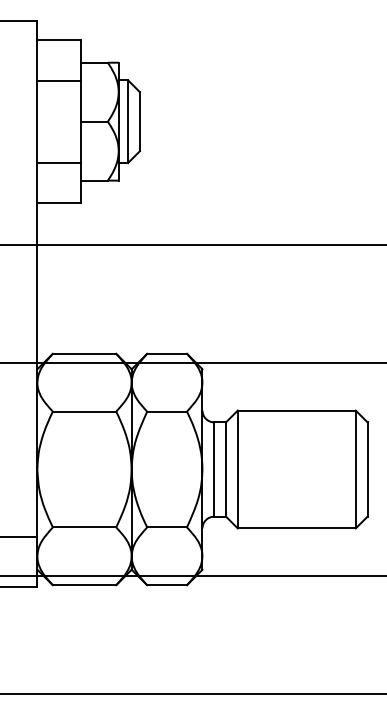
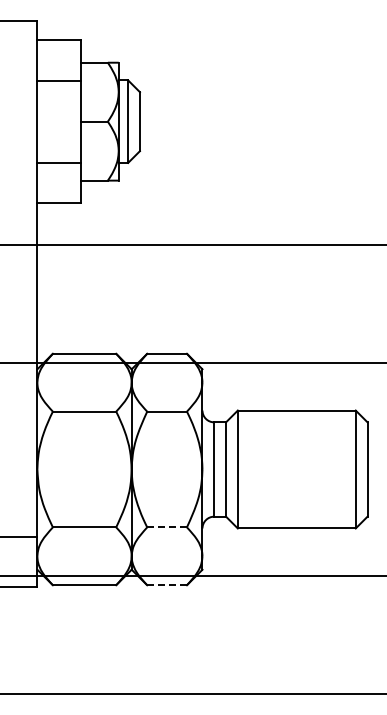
line at (167, 527): solid -> dashed
line at (167, 585): solid -> dashed
